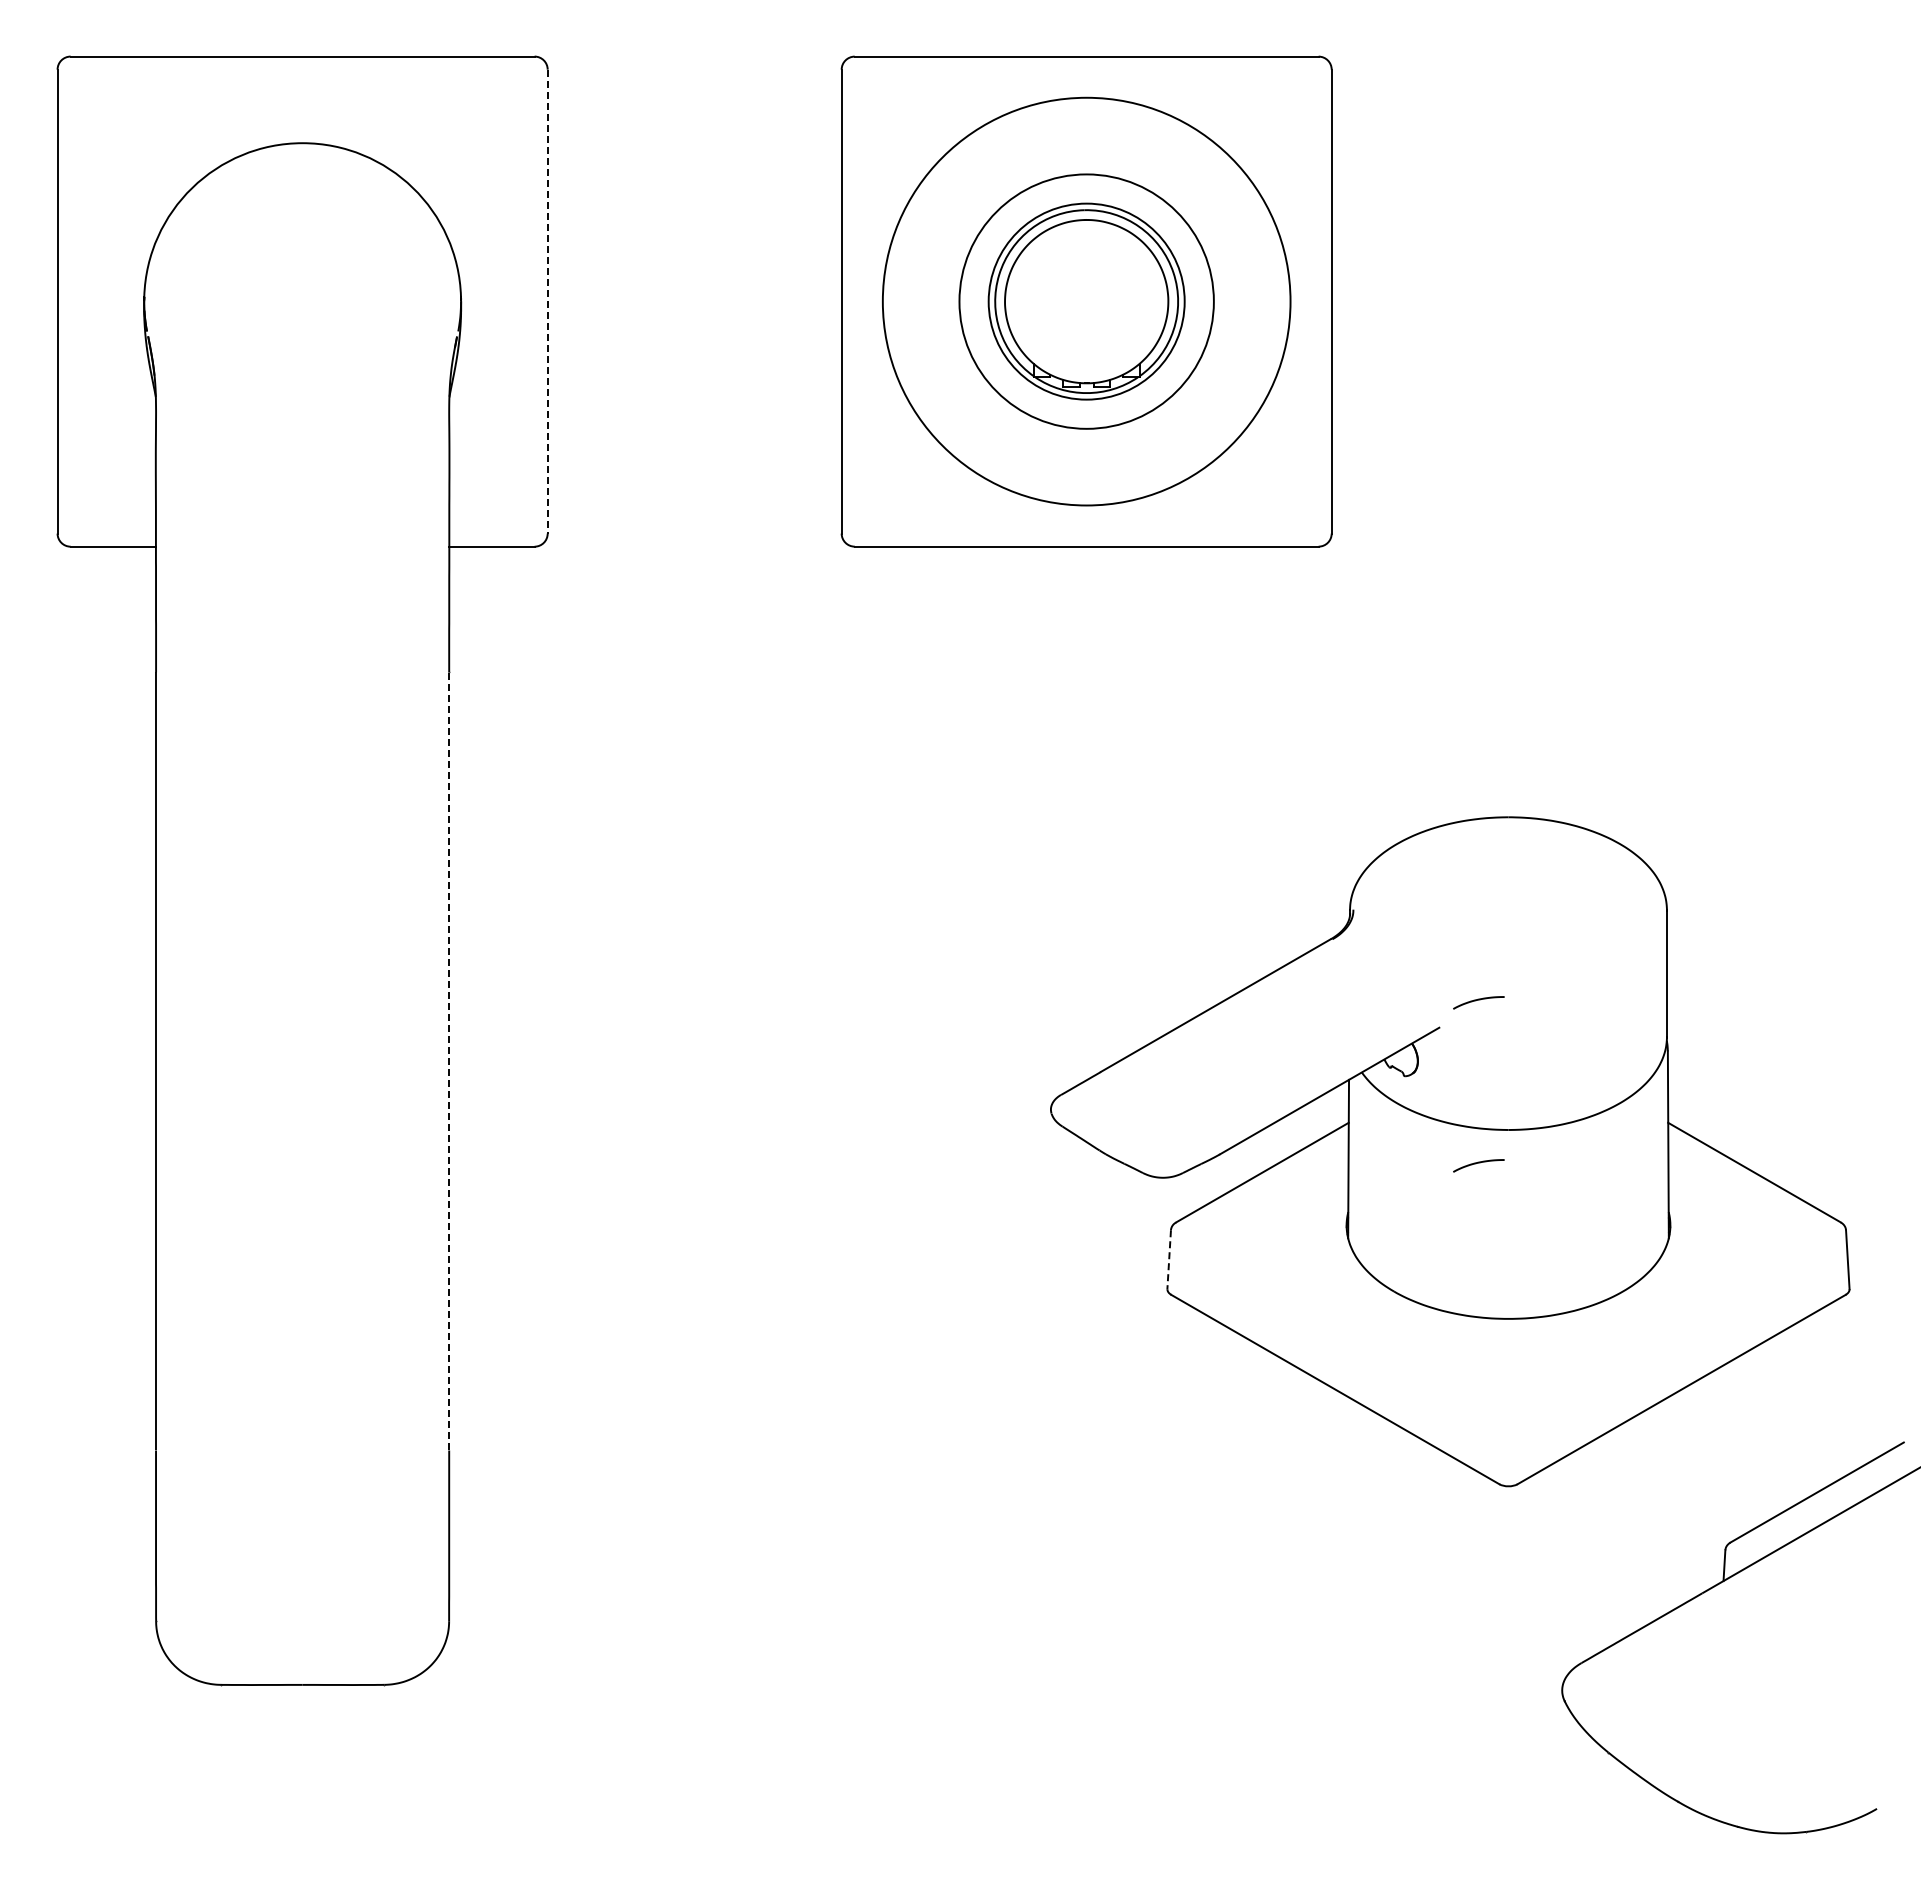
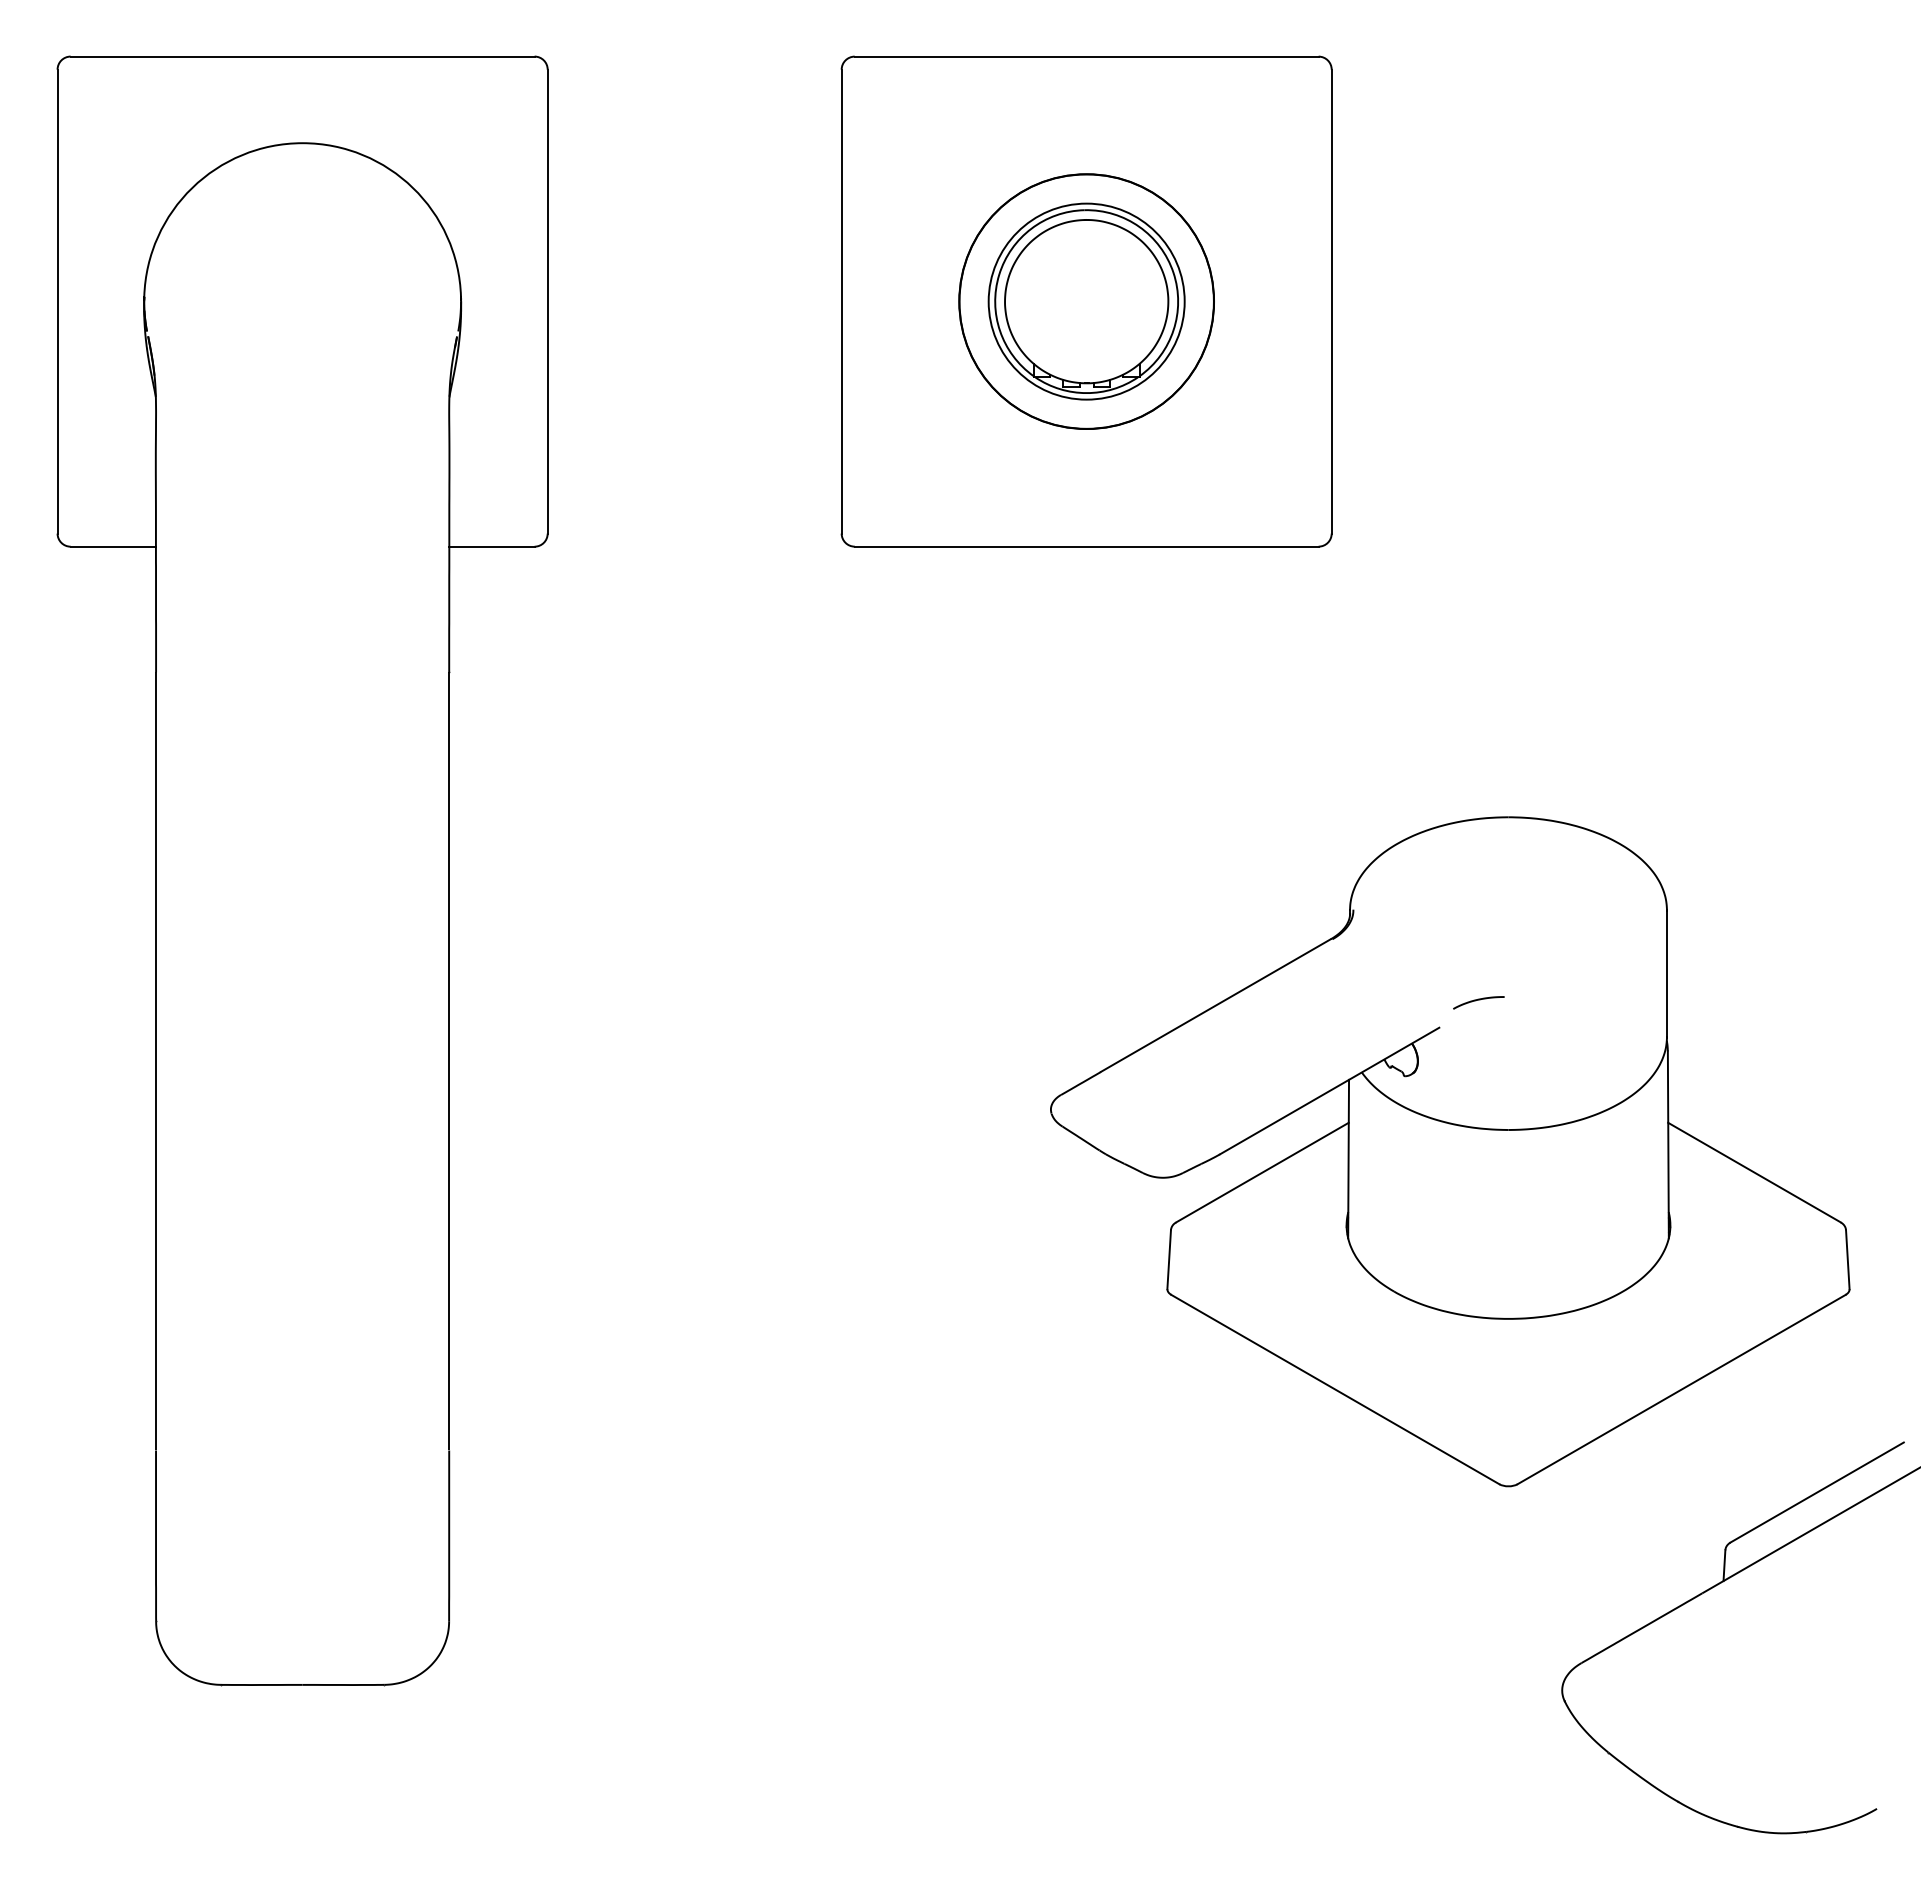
line at (547, 301): dashed -> solid
circle at (1086, 301) diameter: 408 px -> 255 px
line at (449, 1061): dashed -> solid
curve at (1478, 1163): present -> none
line at (1169, 1259): dashed -> solid
